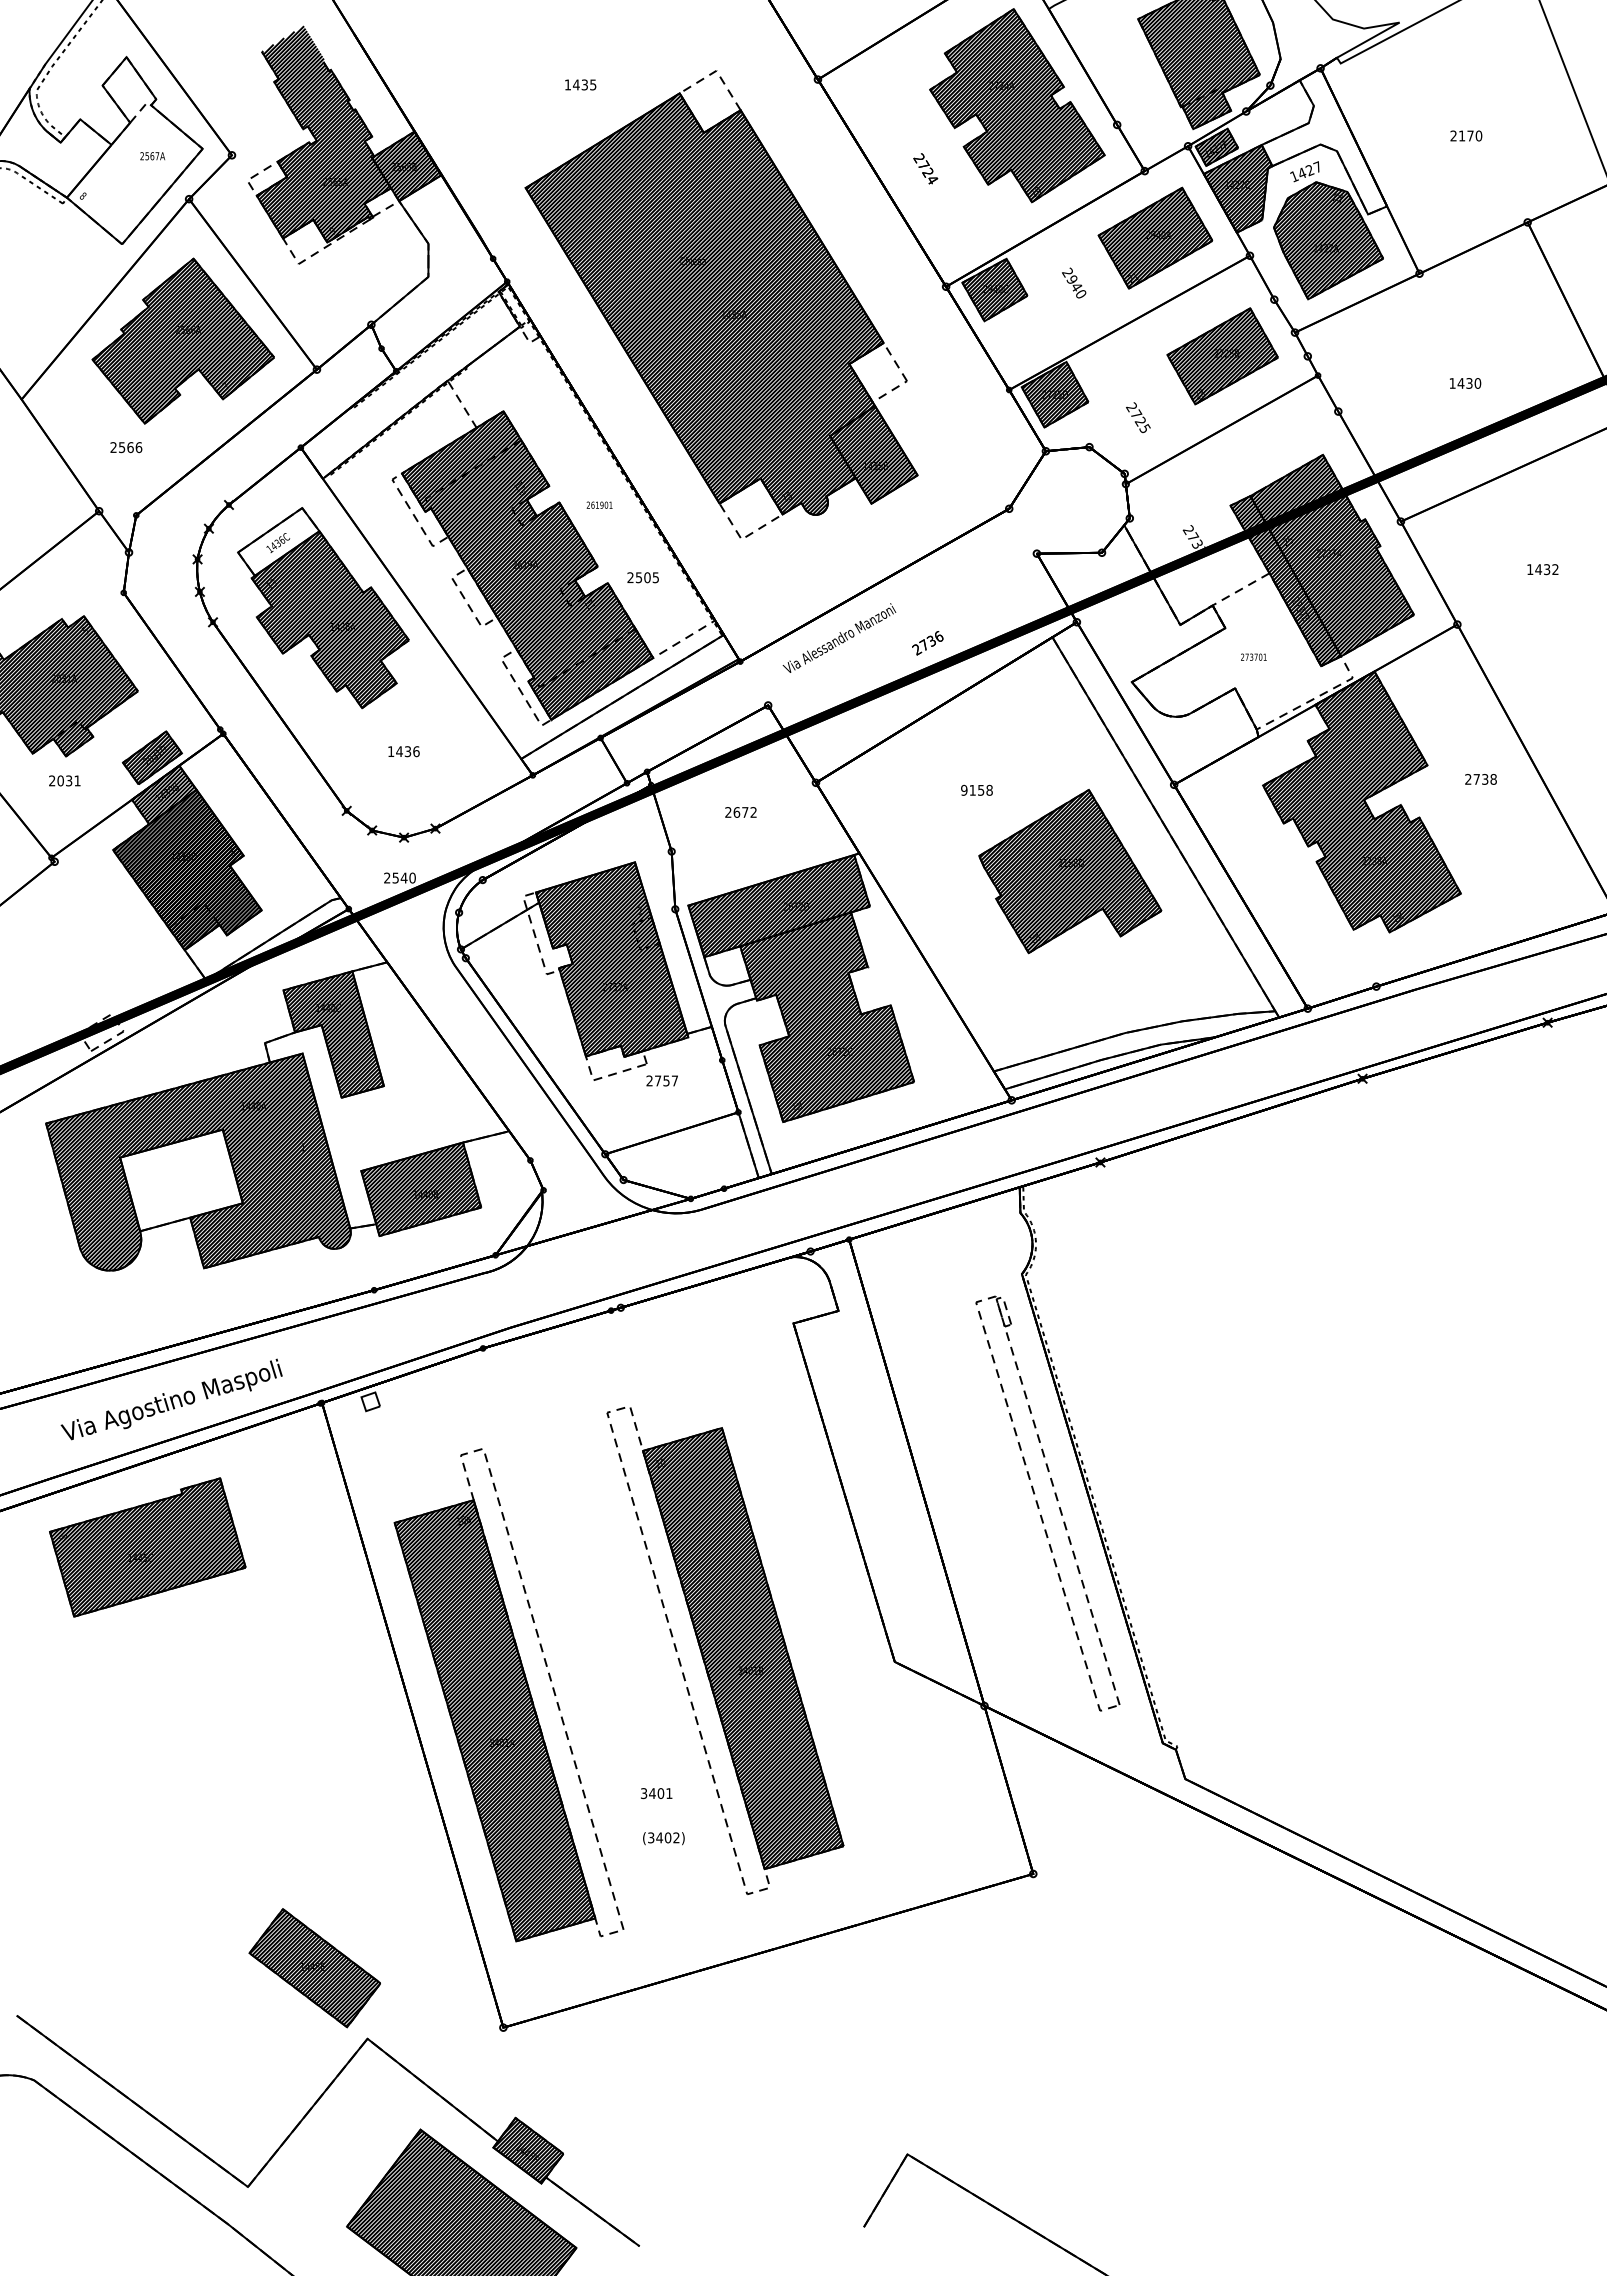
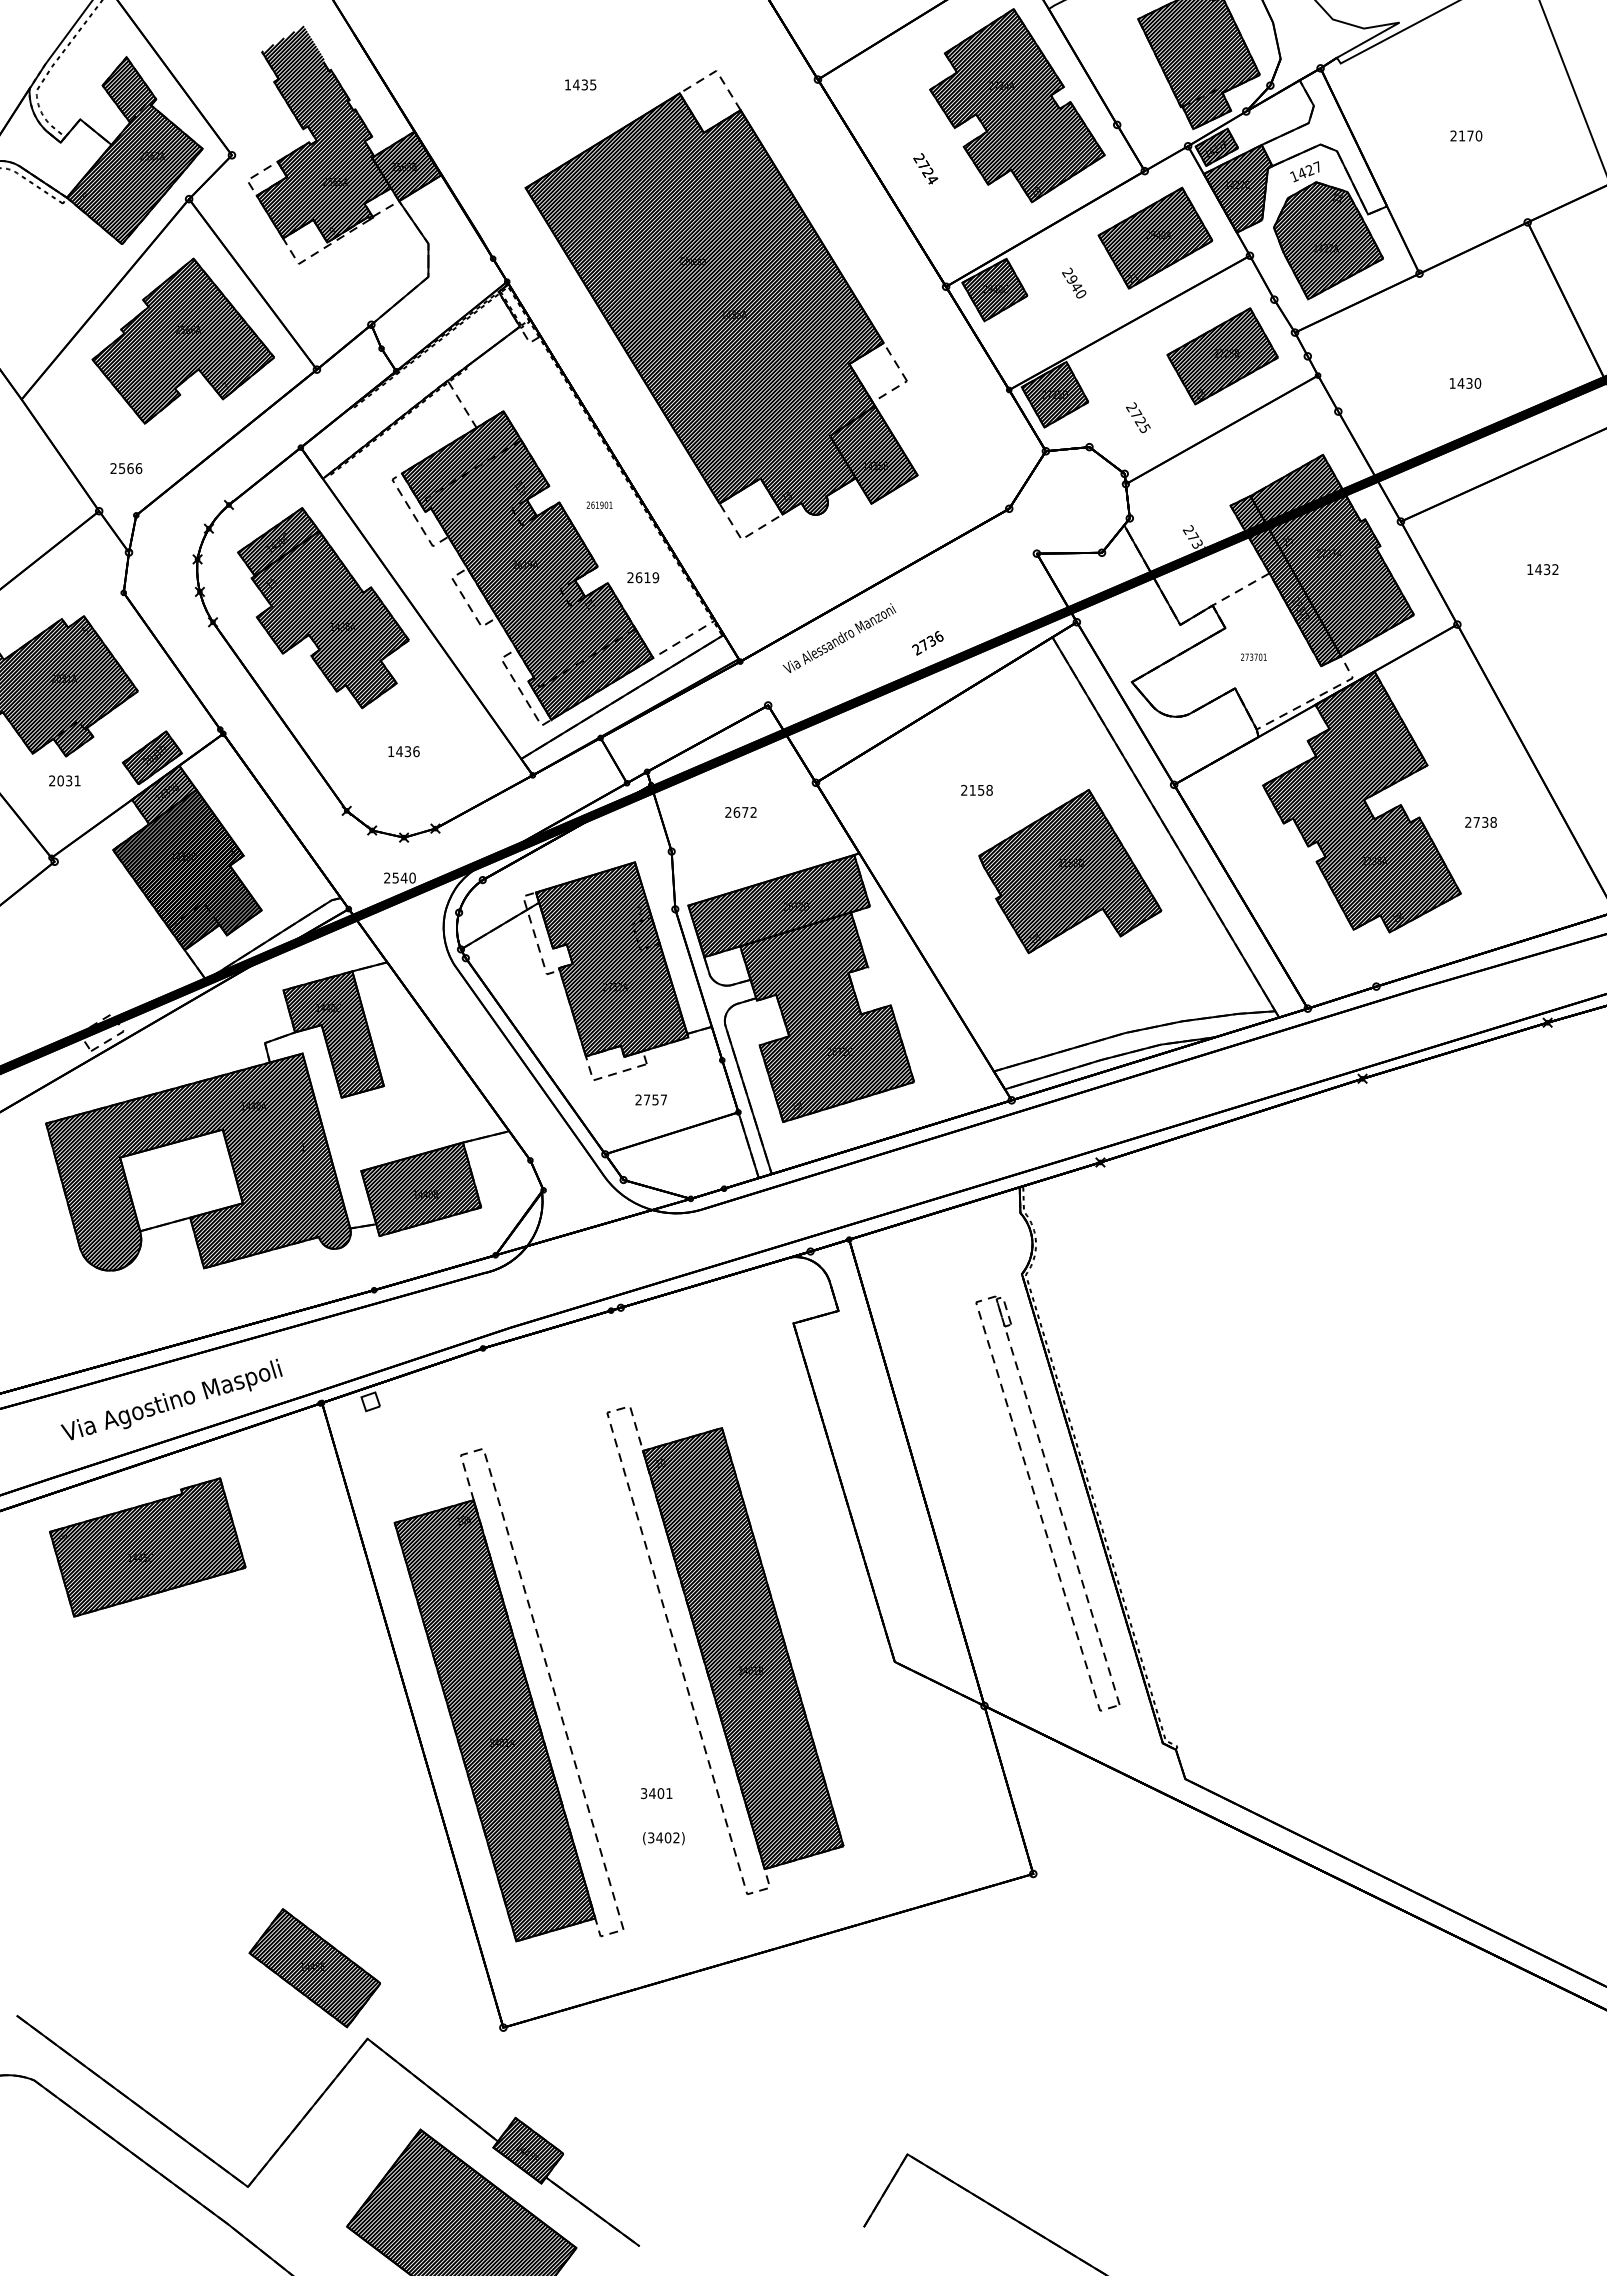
hatch at (134, 150): none -> present
text at (126, 447) position: (126, 447) -> (126, 468)
hatch at (278, 541): none -> present
text at (647, 577): 2505 -> 2619
text at (1480, 779) position: (1480, 779) -> (1480, 822)
text at (964, 790): 9158 -> 2158
text at (661, 1080) position: (661, 1080) -> (650, 1099)
